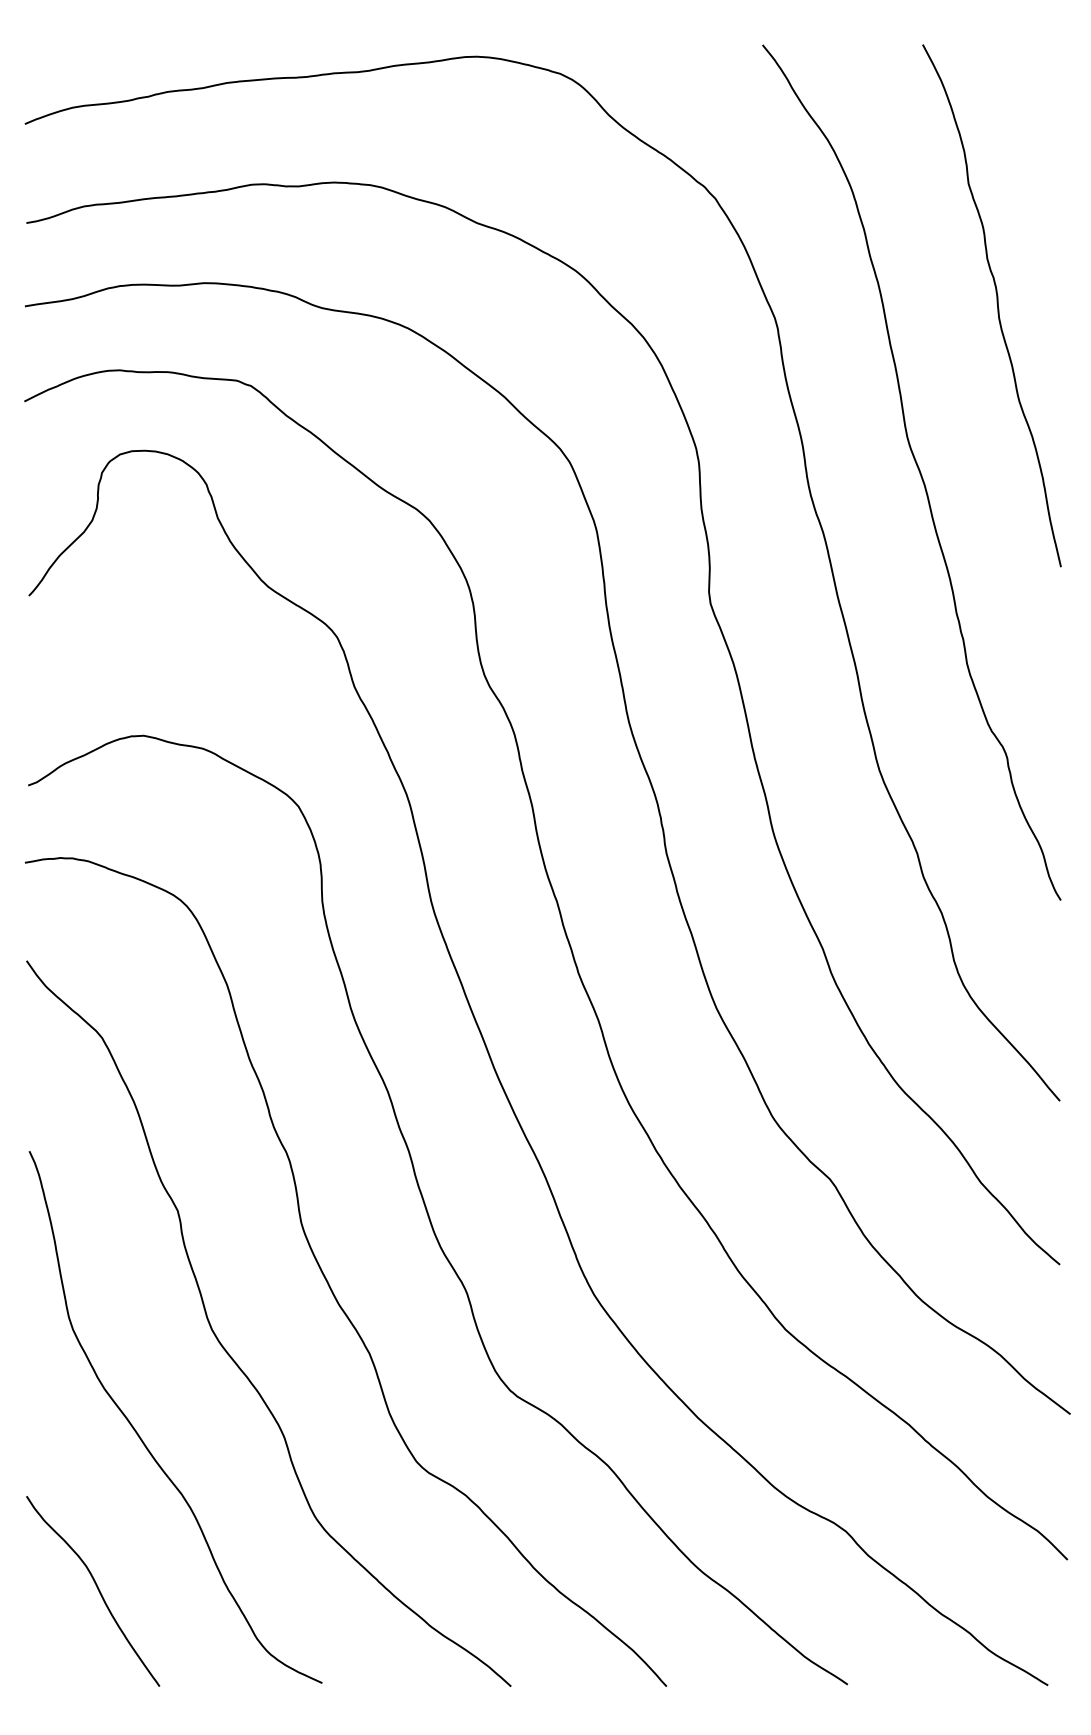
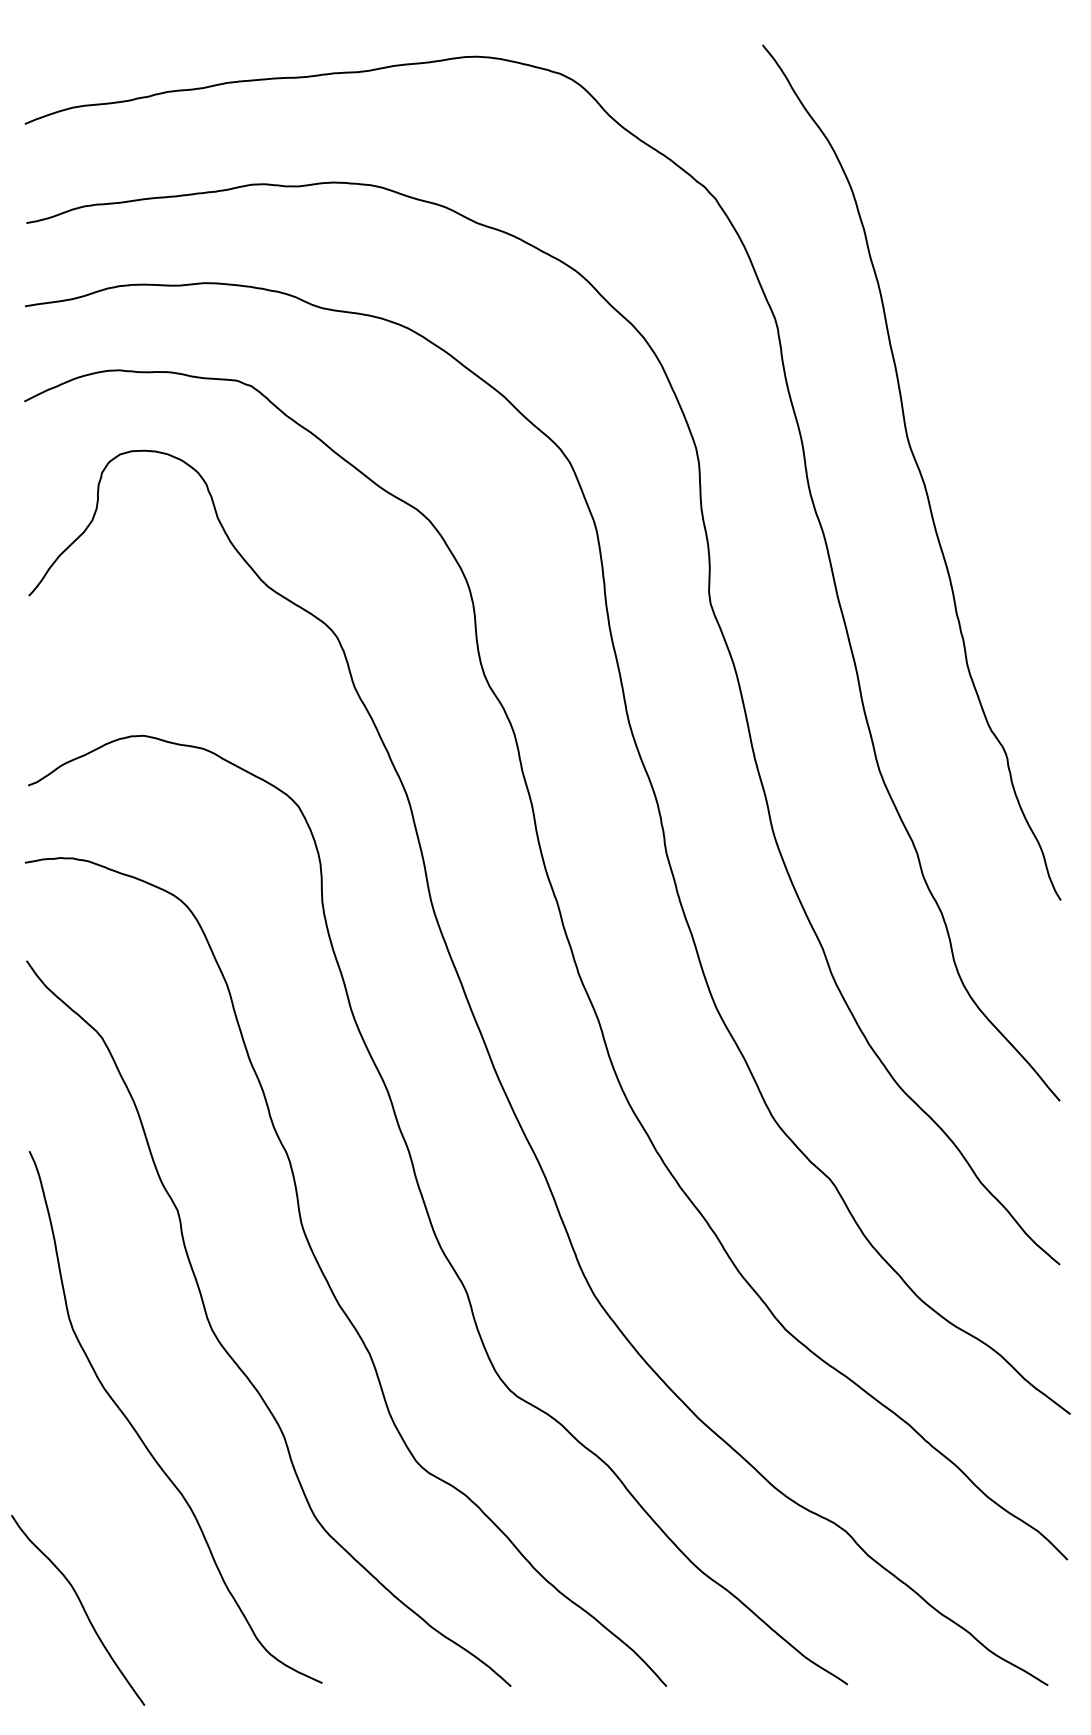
curve at (996, 303): present -> none
curve at (97, 1589) position: (97, 1589) -> (82, 1608)
